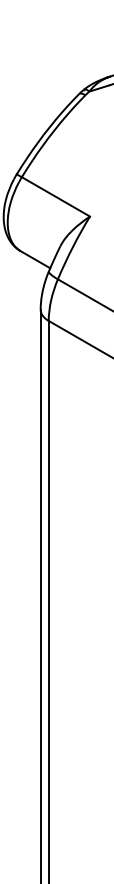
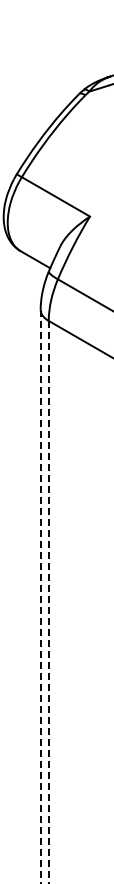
line at (40, 596): solid -> dashed
line at (48, 602): solid -> dashed
